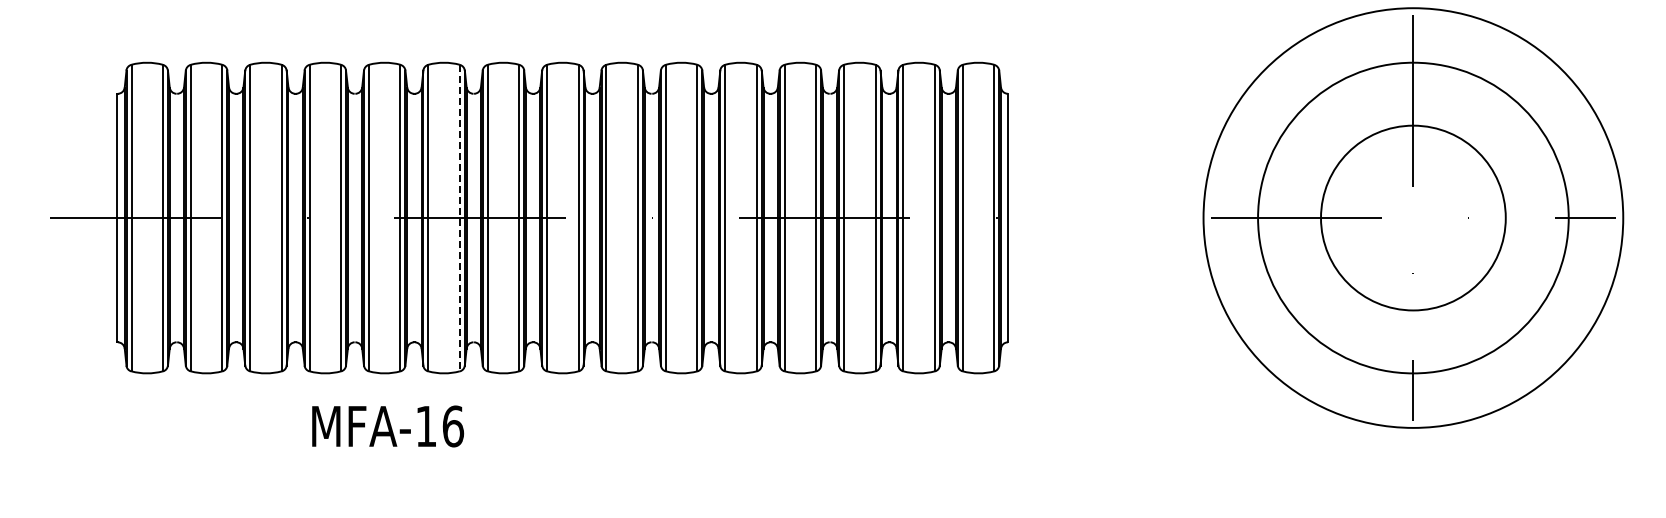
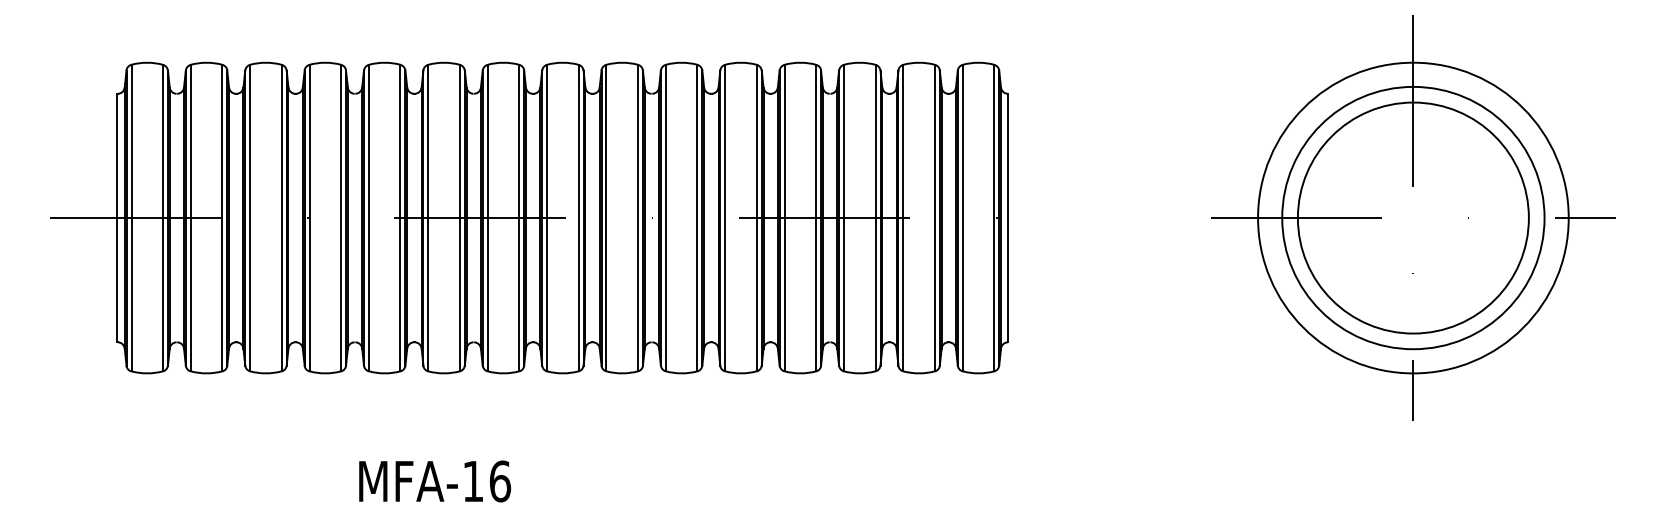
circle at (1413, 217) diameter: 185 px -> 231 px
circle at (1413, 217) diameter: 420 px -> 262 px
line at (459, 218): dashed -> solid
text at (388, 426) position: (388, 426) -> (435, 481)
